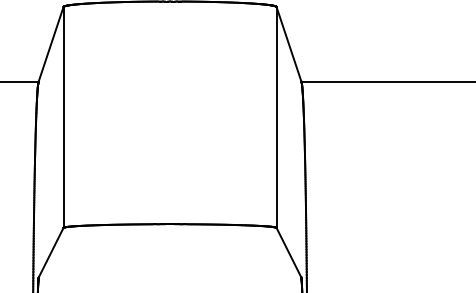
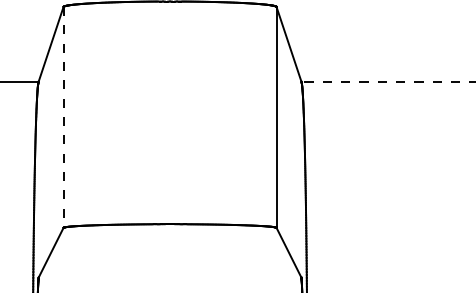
line at (388, 81): solid -> dashed
line at (63, 117): solid -> dashed
